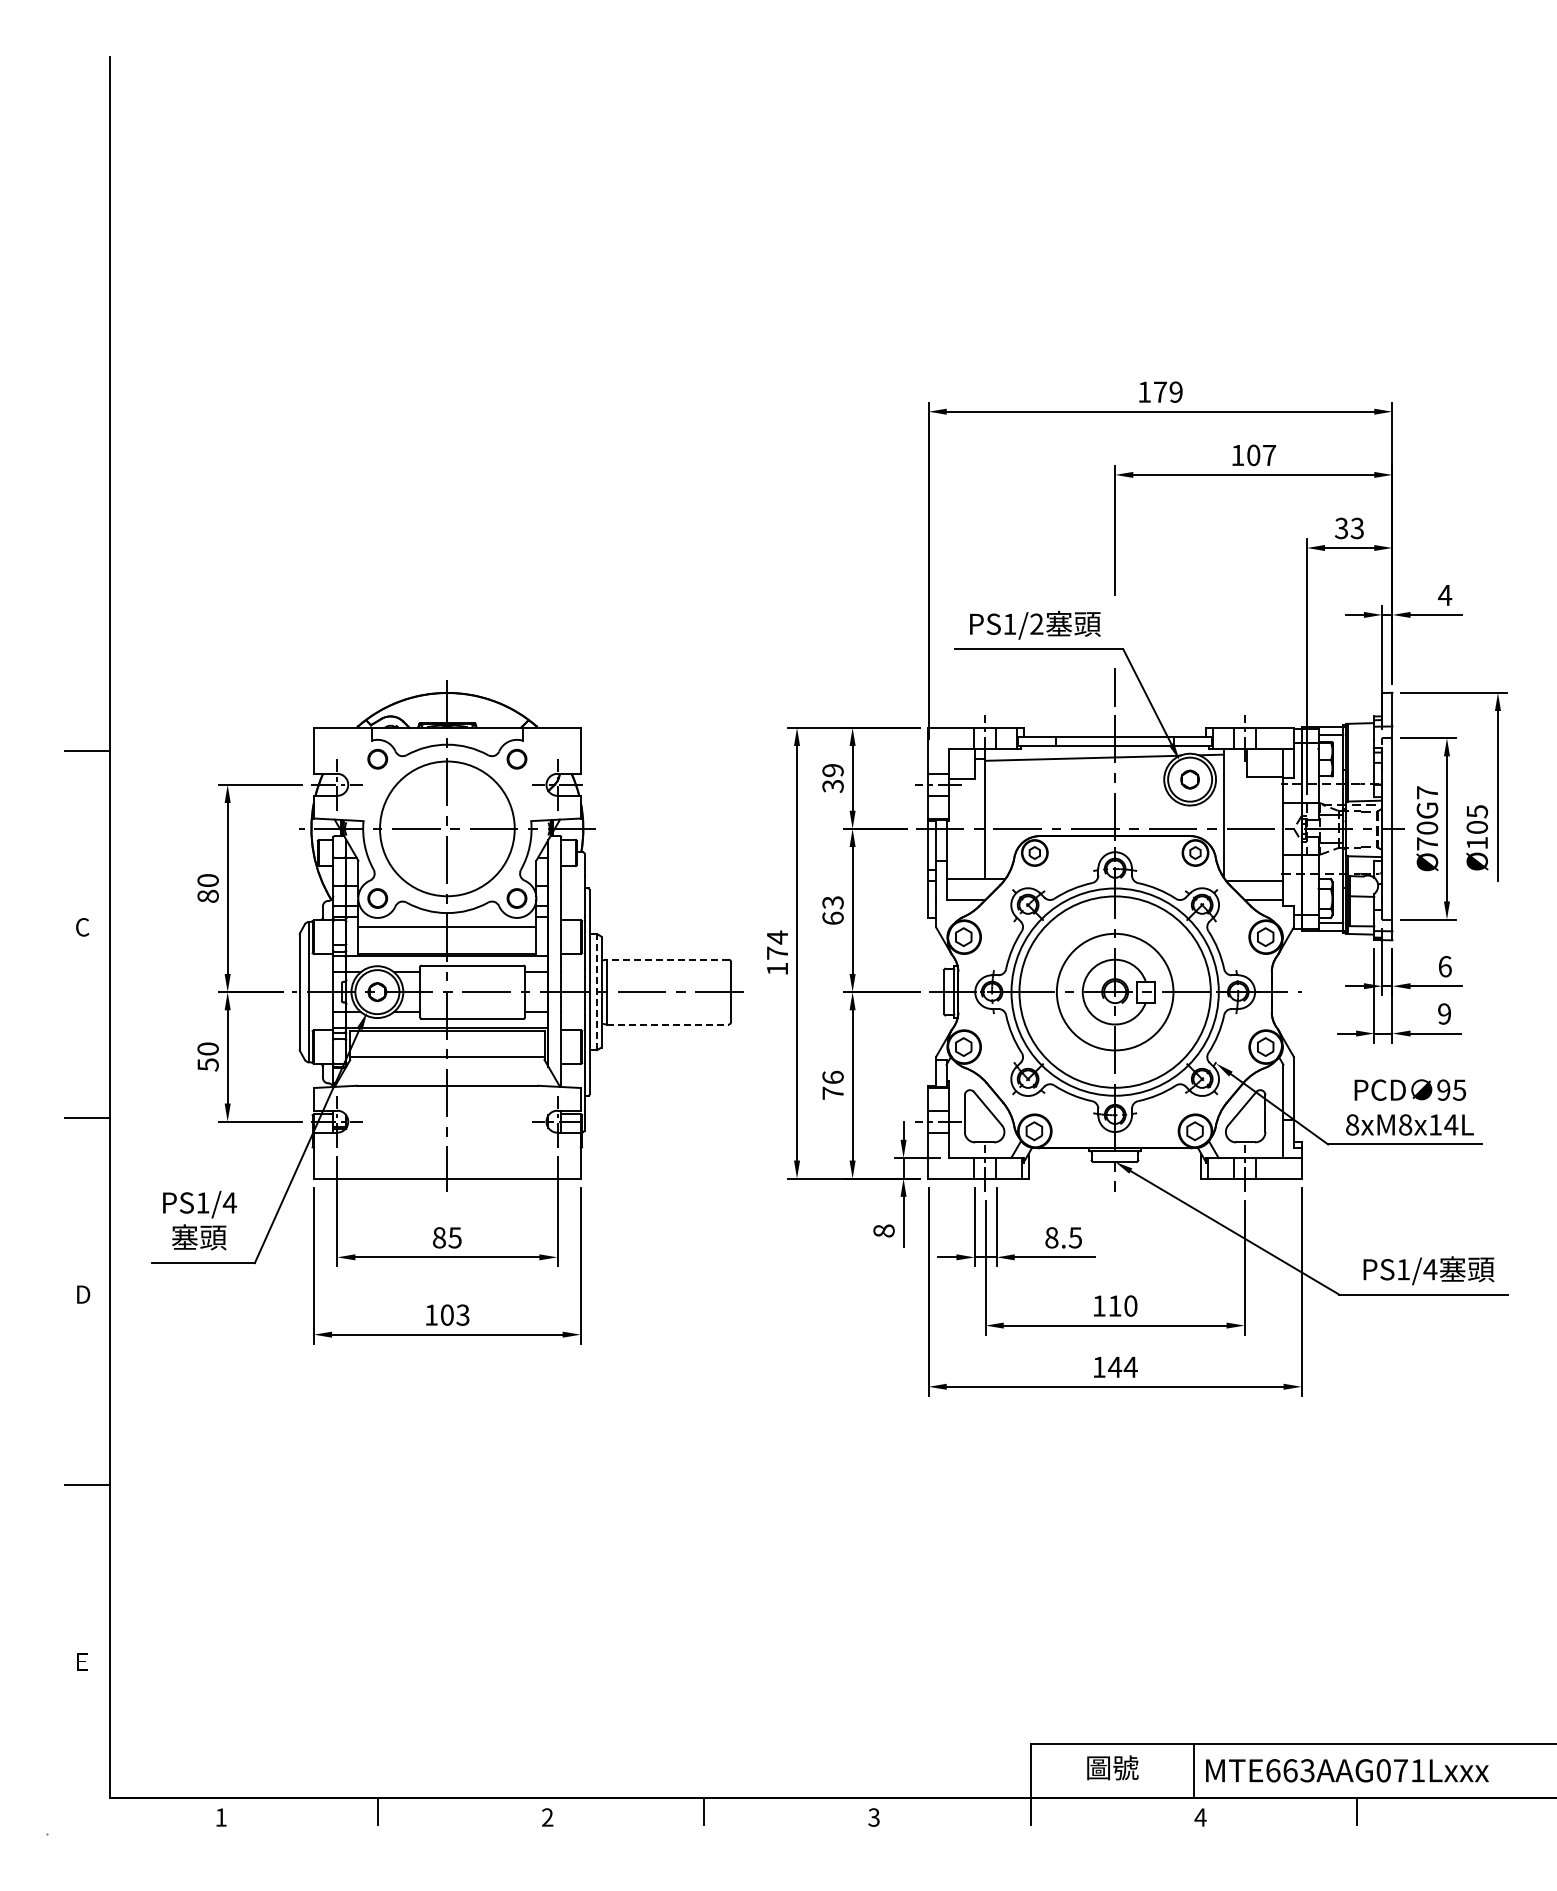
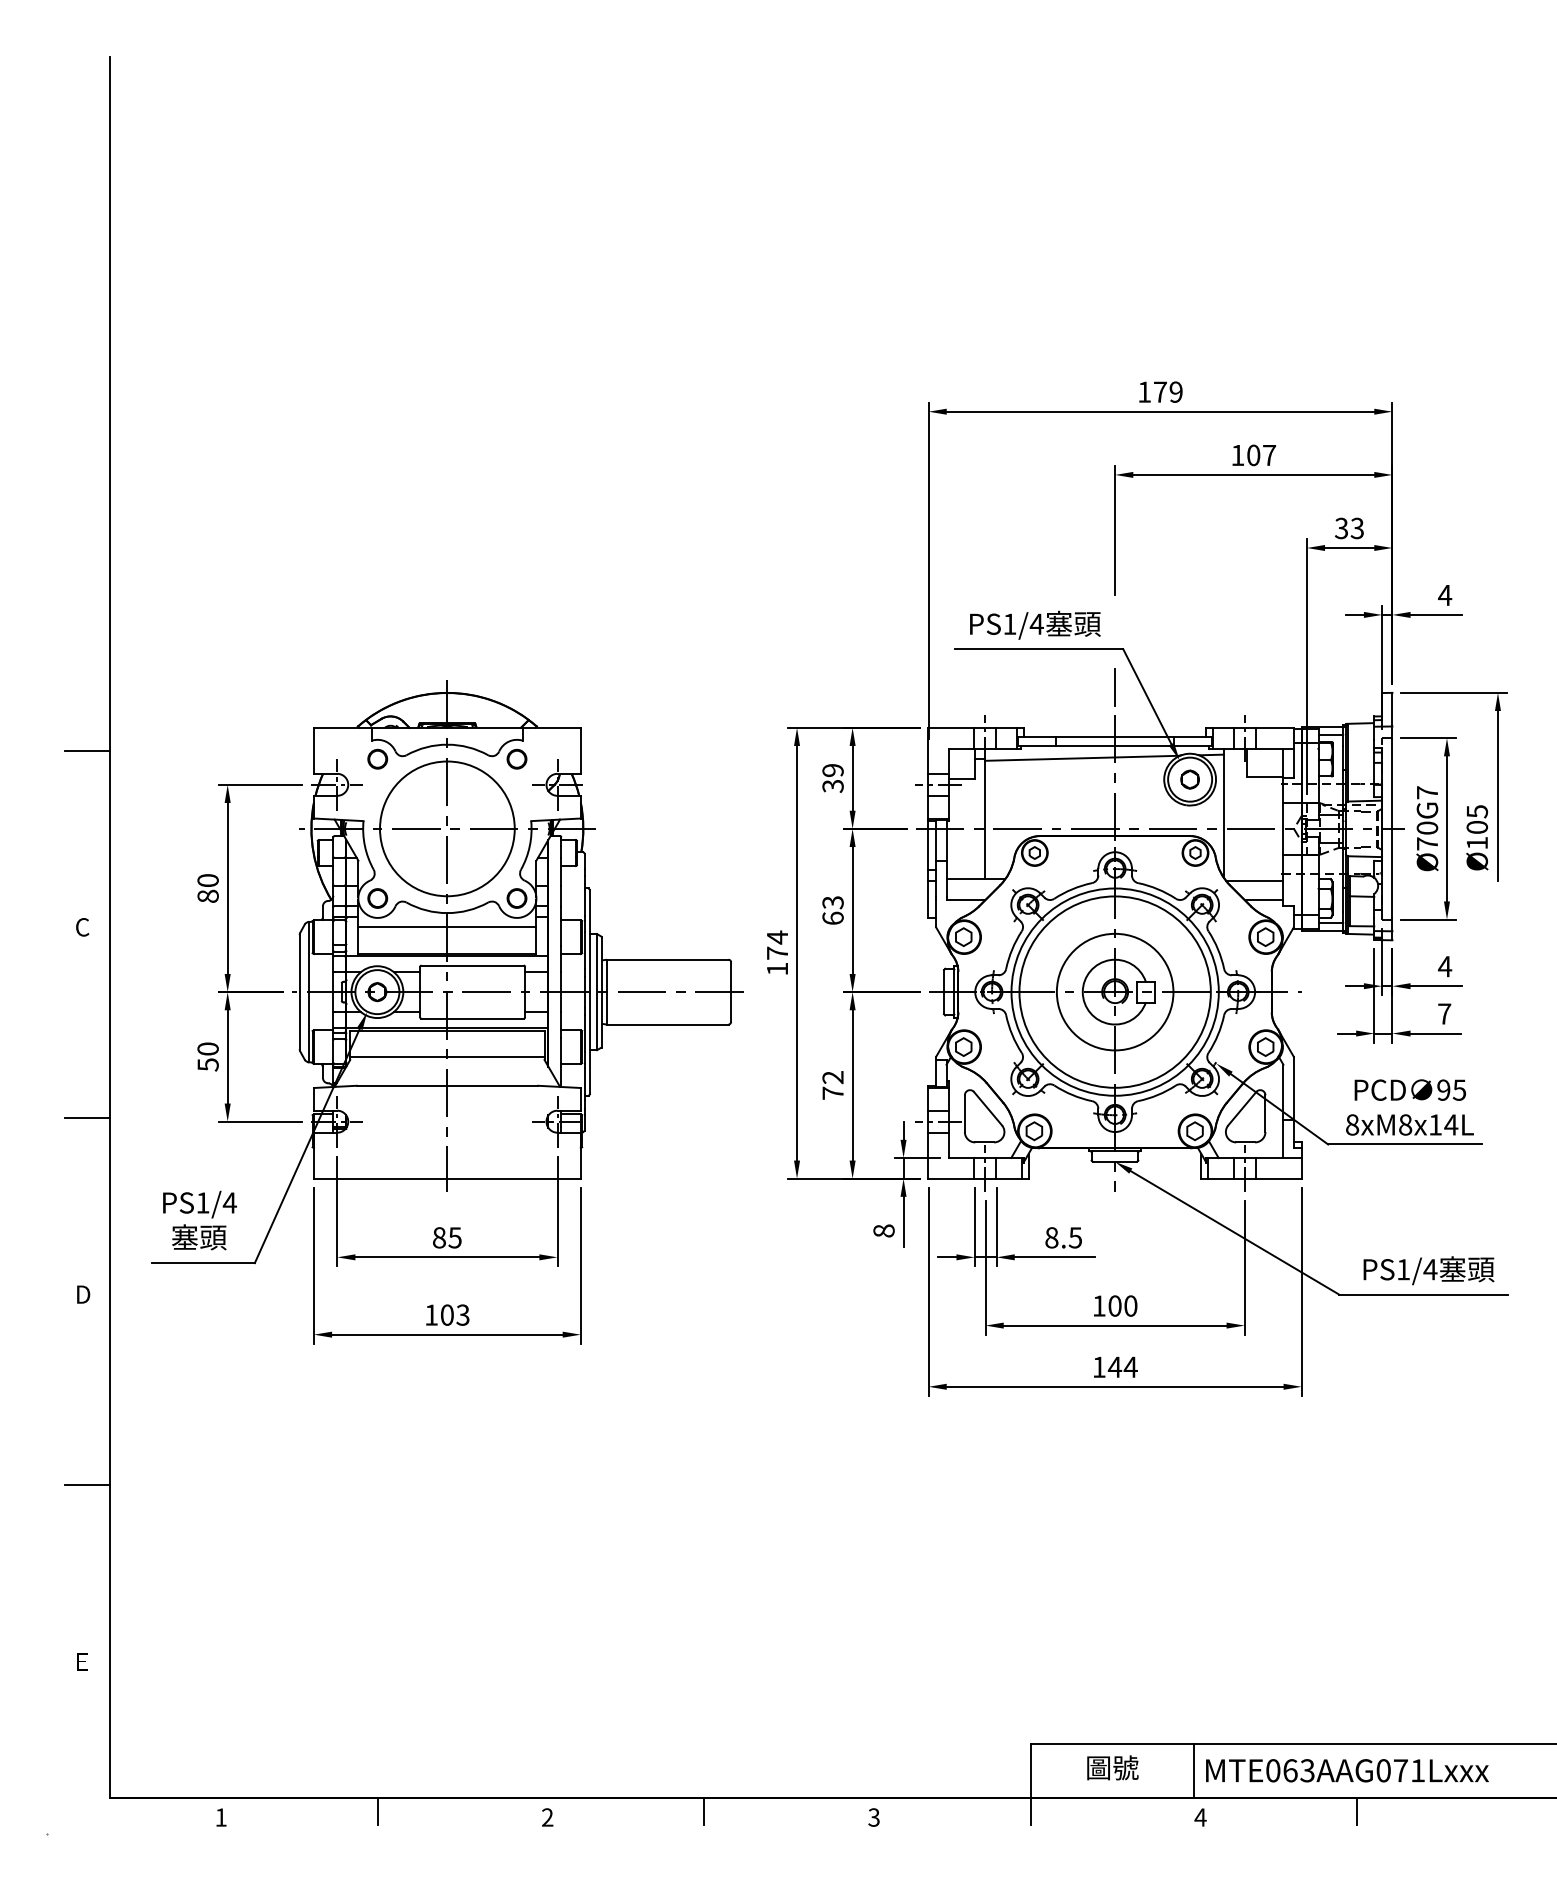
text at (1036, 623): PS1/2 -> PS1/4
line at (667, 959): dashed -> solid
text at (1445, 966): 6 -> 4
line at (597, 991): dashed -> solid
text at (1444, 1013): 9 -> 7
line at (667, 1024): dashed -> solid
text at (832, 1077): 76 -> 72
text at (1114, 1305): 110 -> 100
text at (1273, 1770): MTE663AAG071Lxxx -> MTE063AAG071Lxxx
